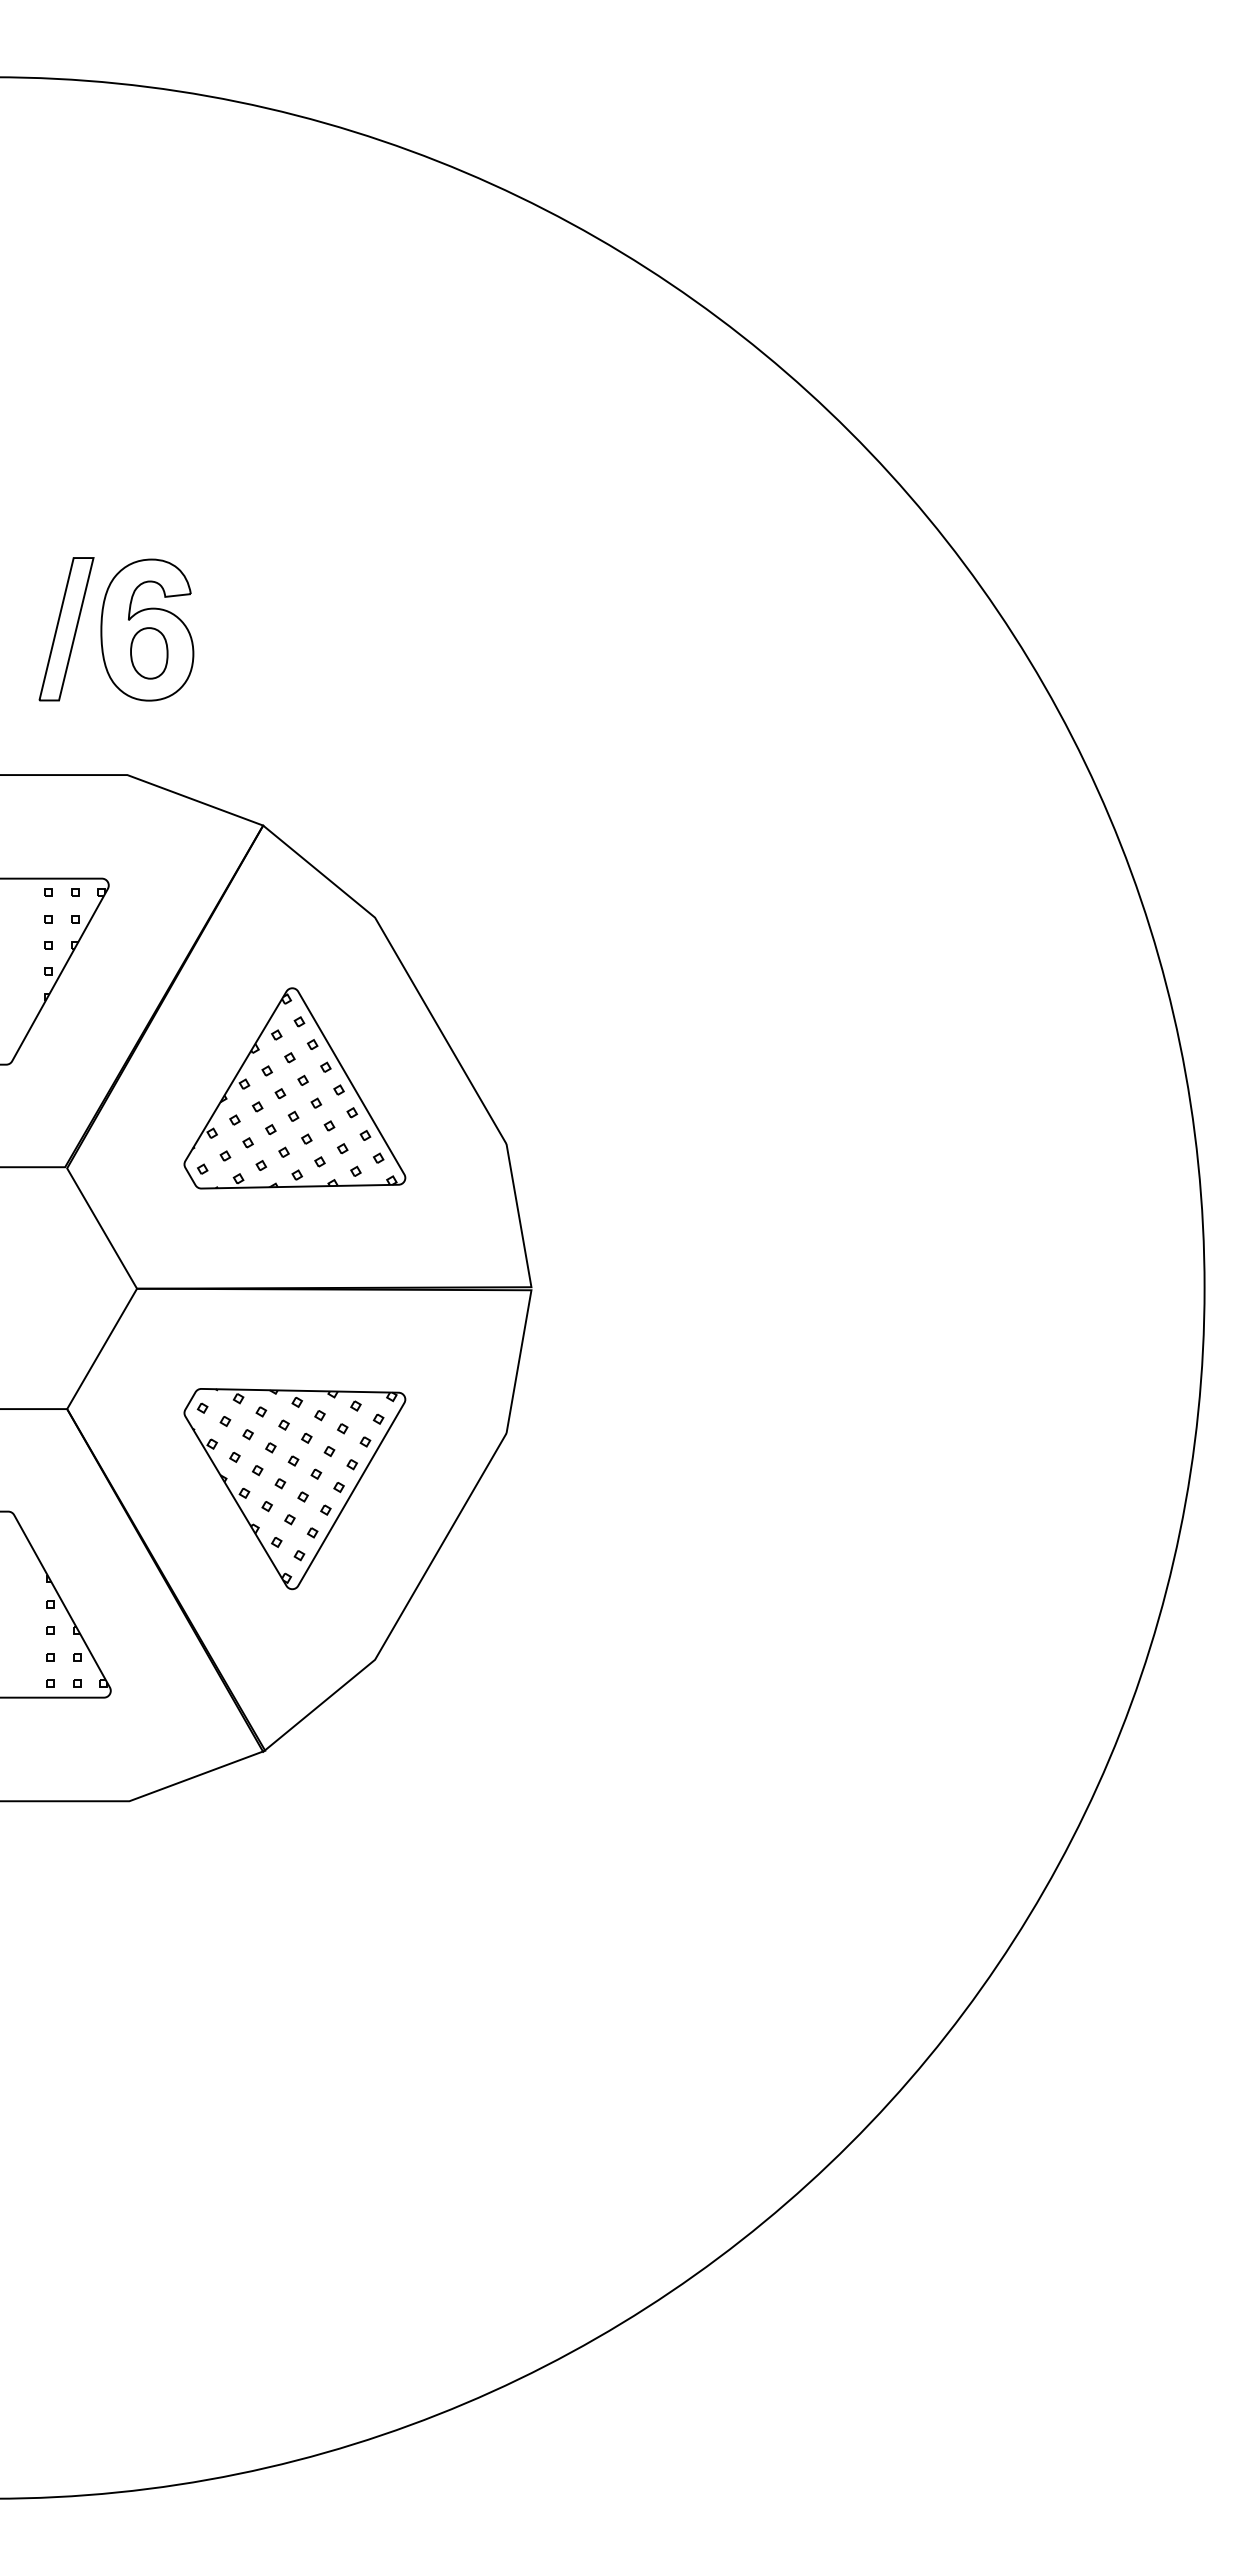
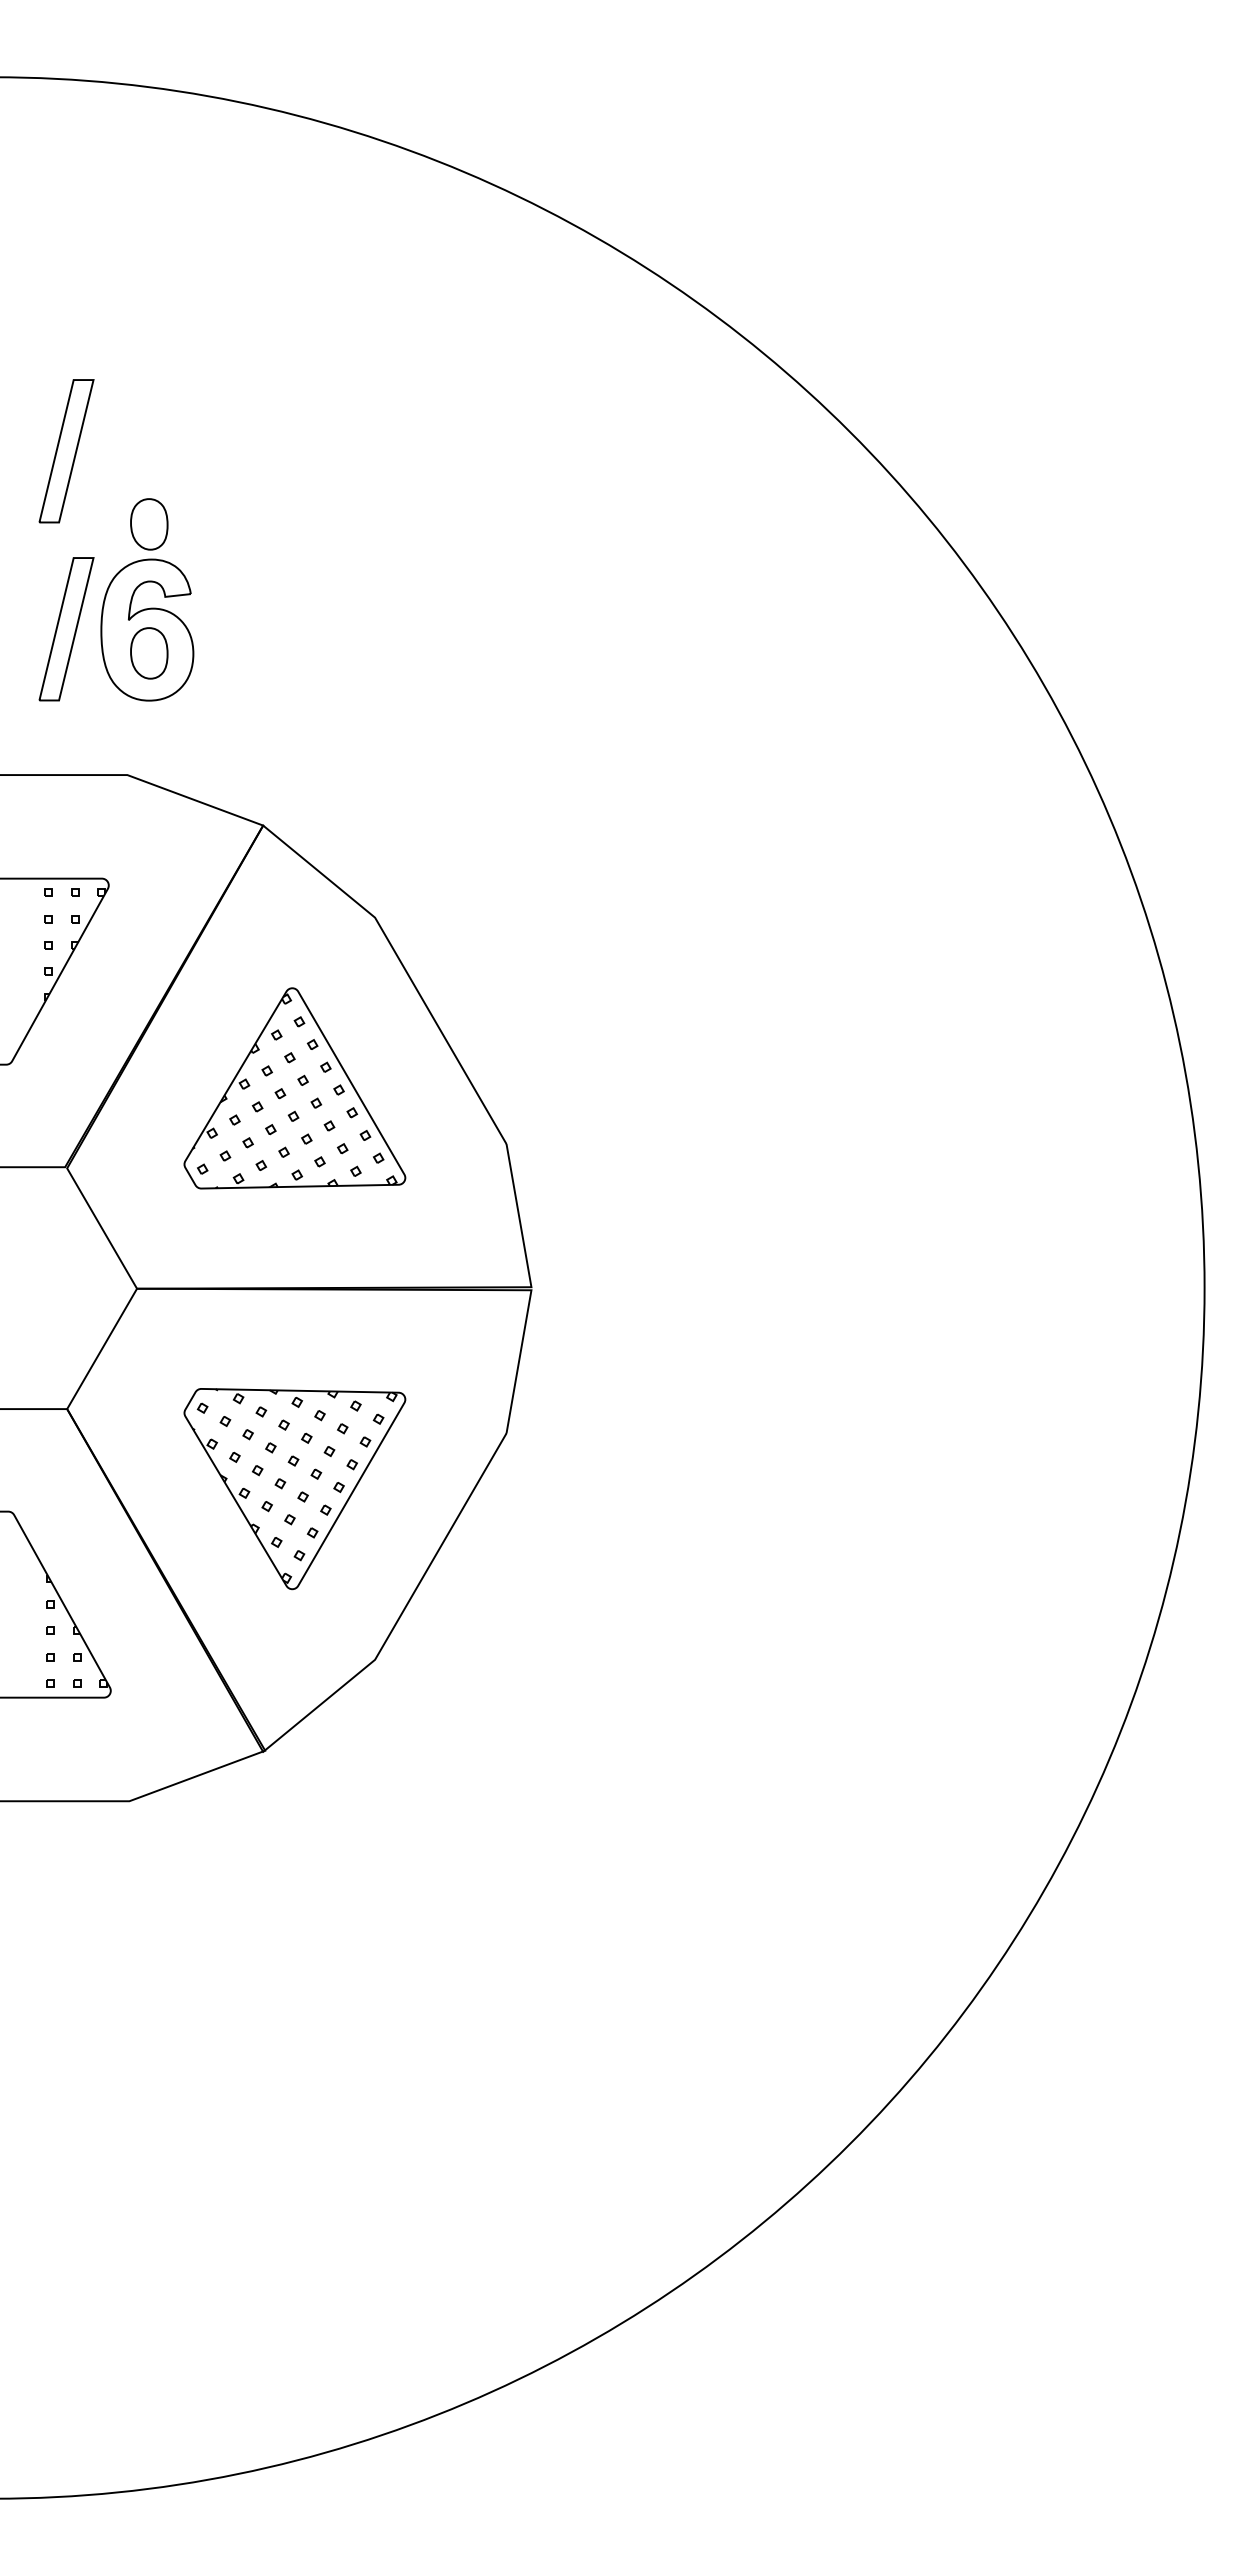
part at (66, 451): none -> present
part at (149, 524): none -> present
